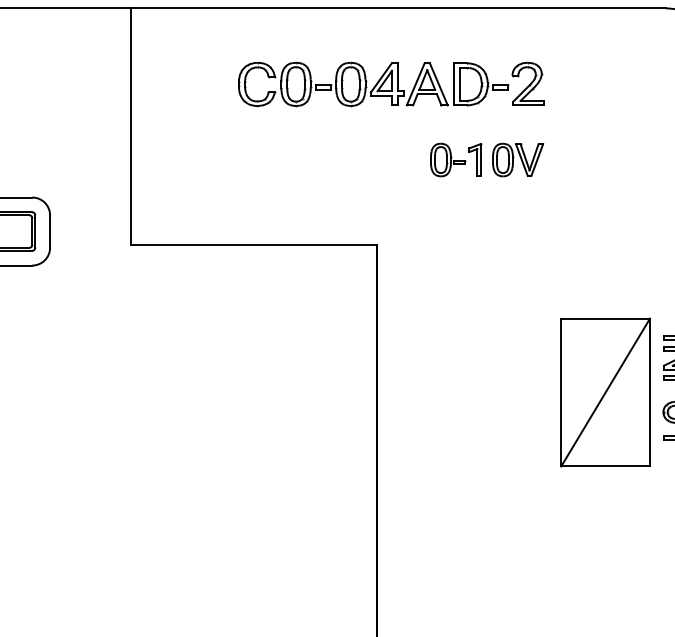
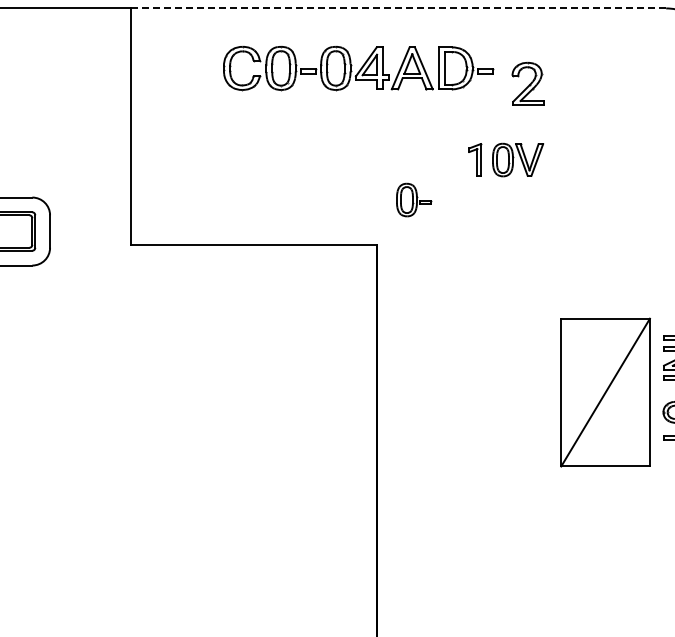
line at (399, 8): solid -> dashed
part at (373, 84) position: (373, 84) -> (358, 68)
part at (448, 159) position: (448, 159) -> (414, 199)
